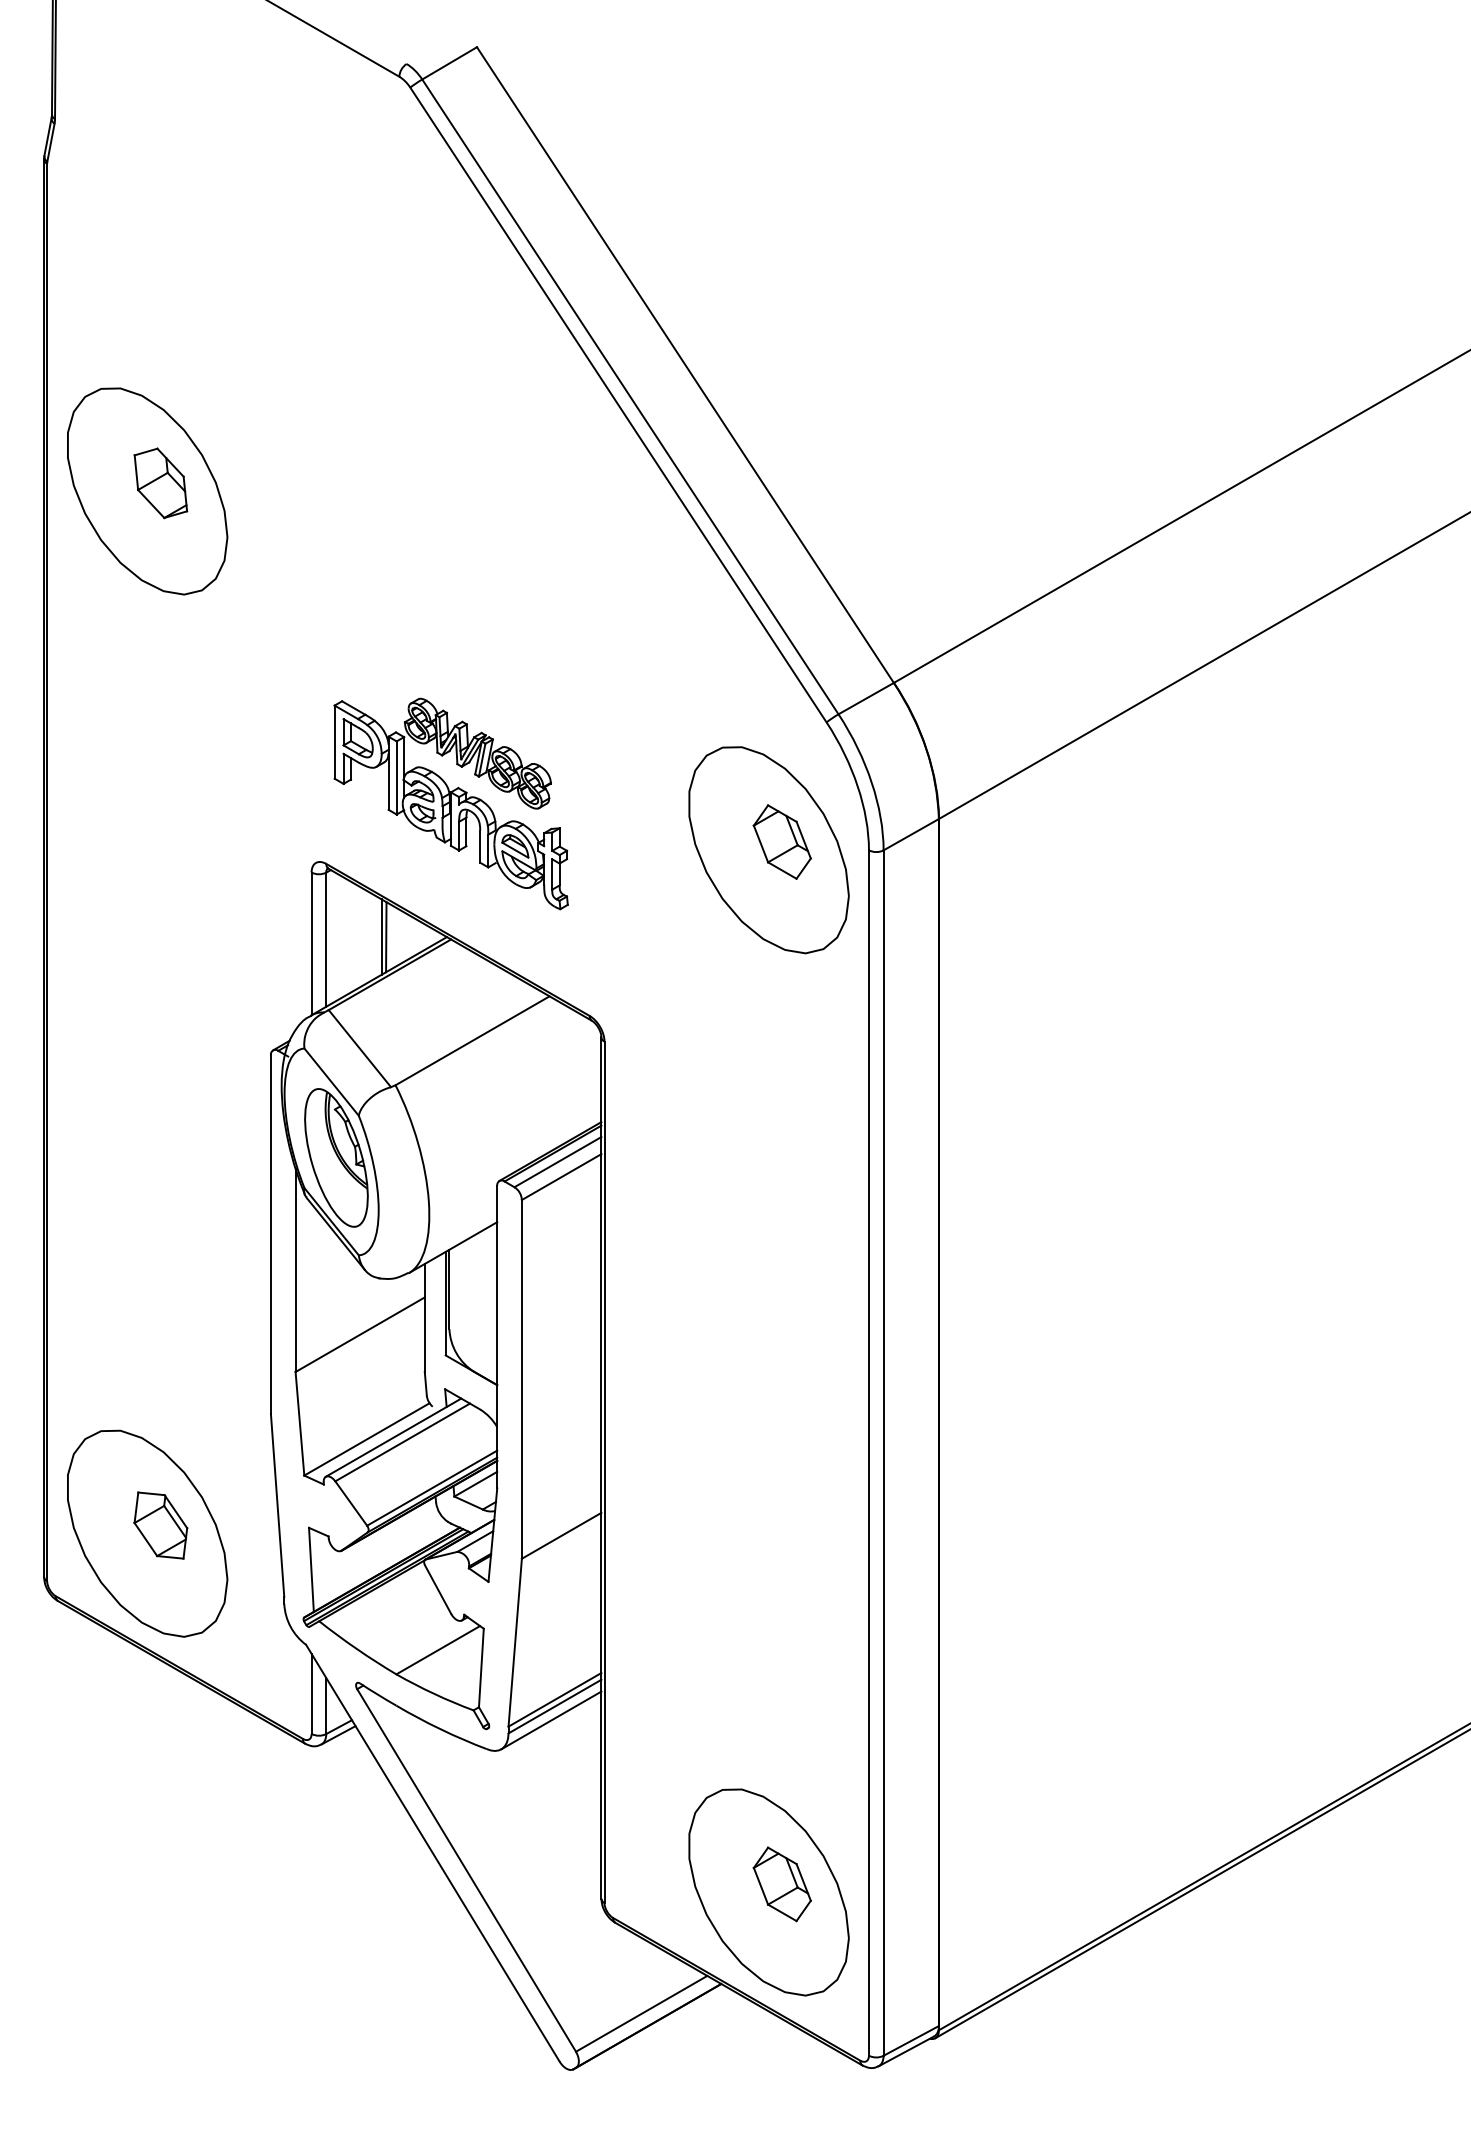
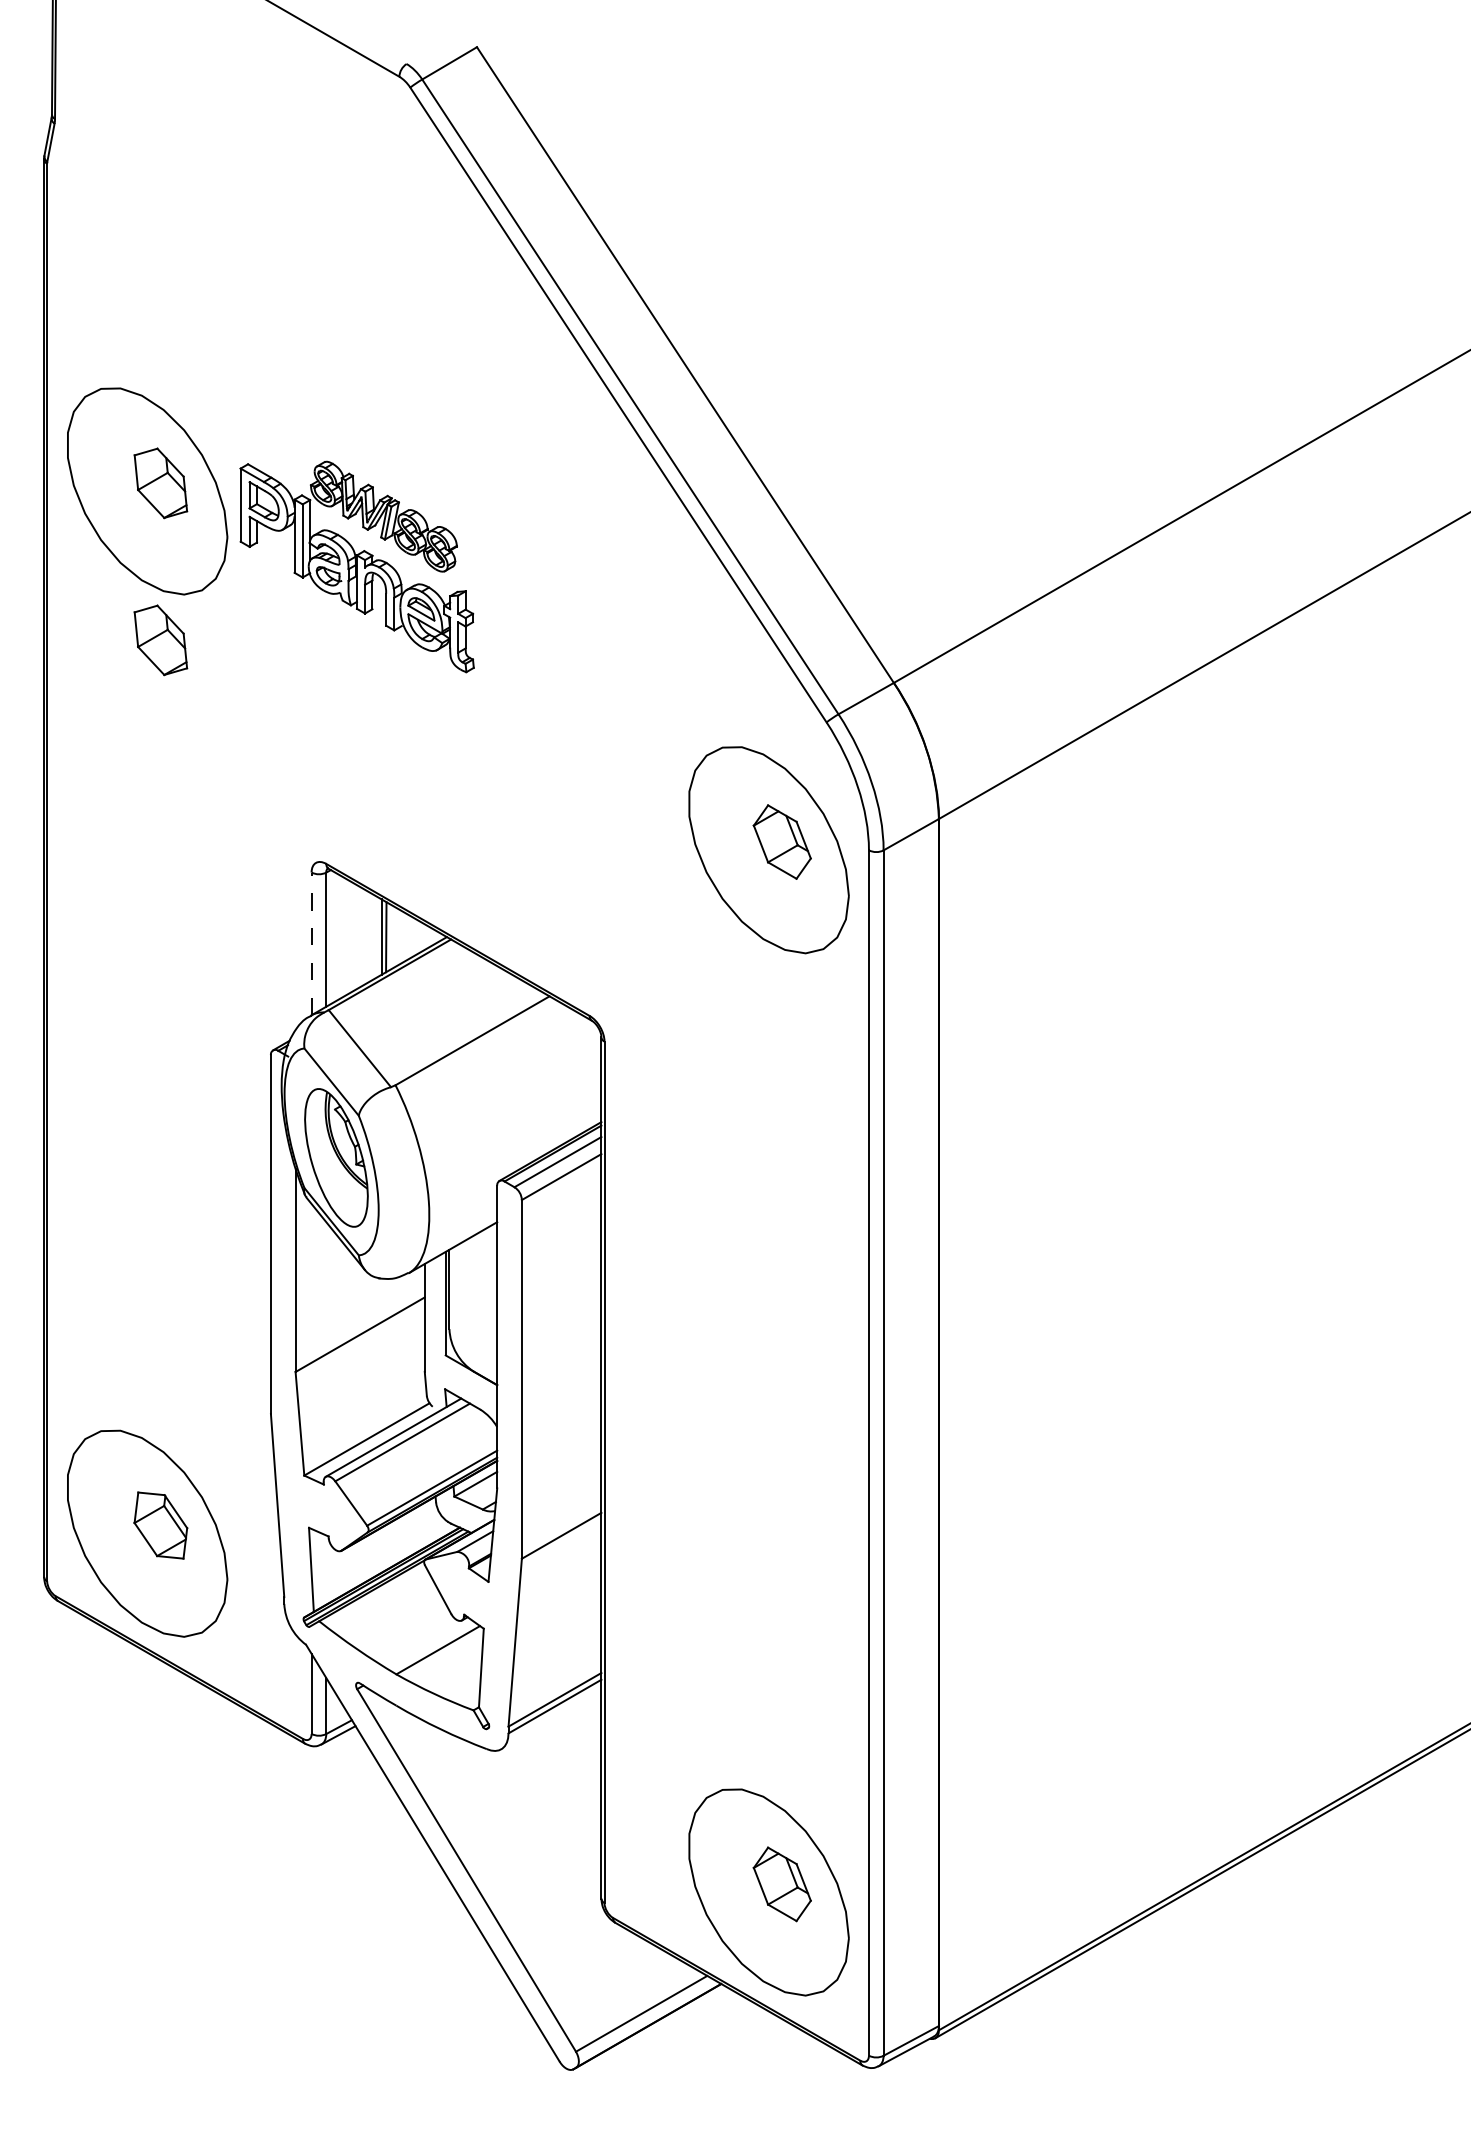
part at (160, 640): none -> present
part at (450, 803) position: (450, 803) -> (356, 566)
line at (311, 943): solid -> dashed
line at (551, 1720): present -> none
